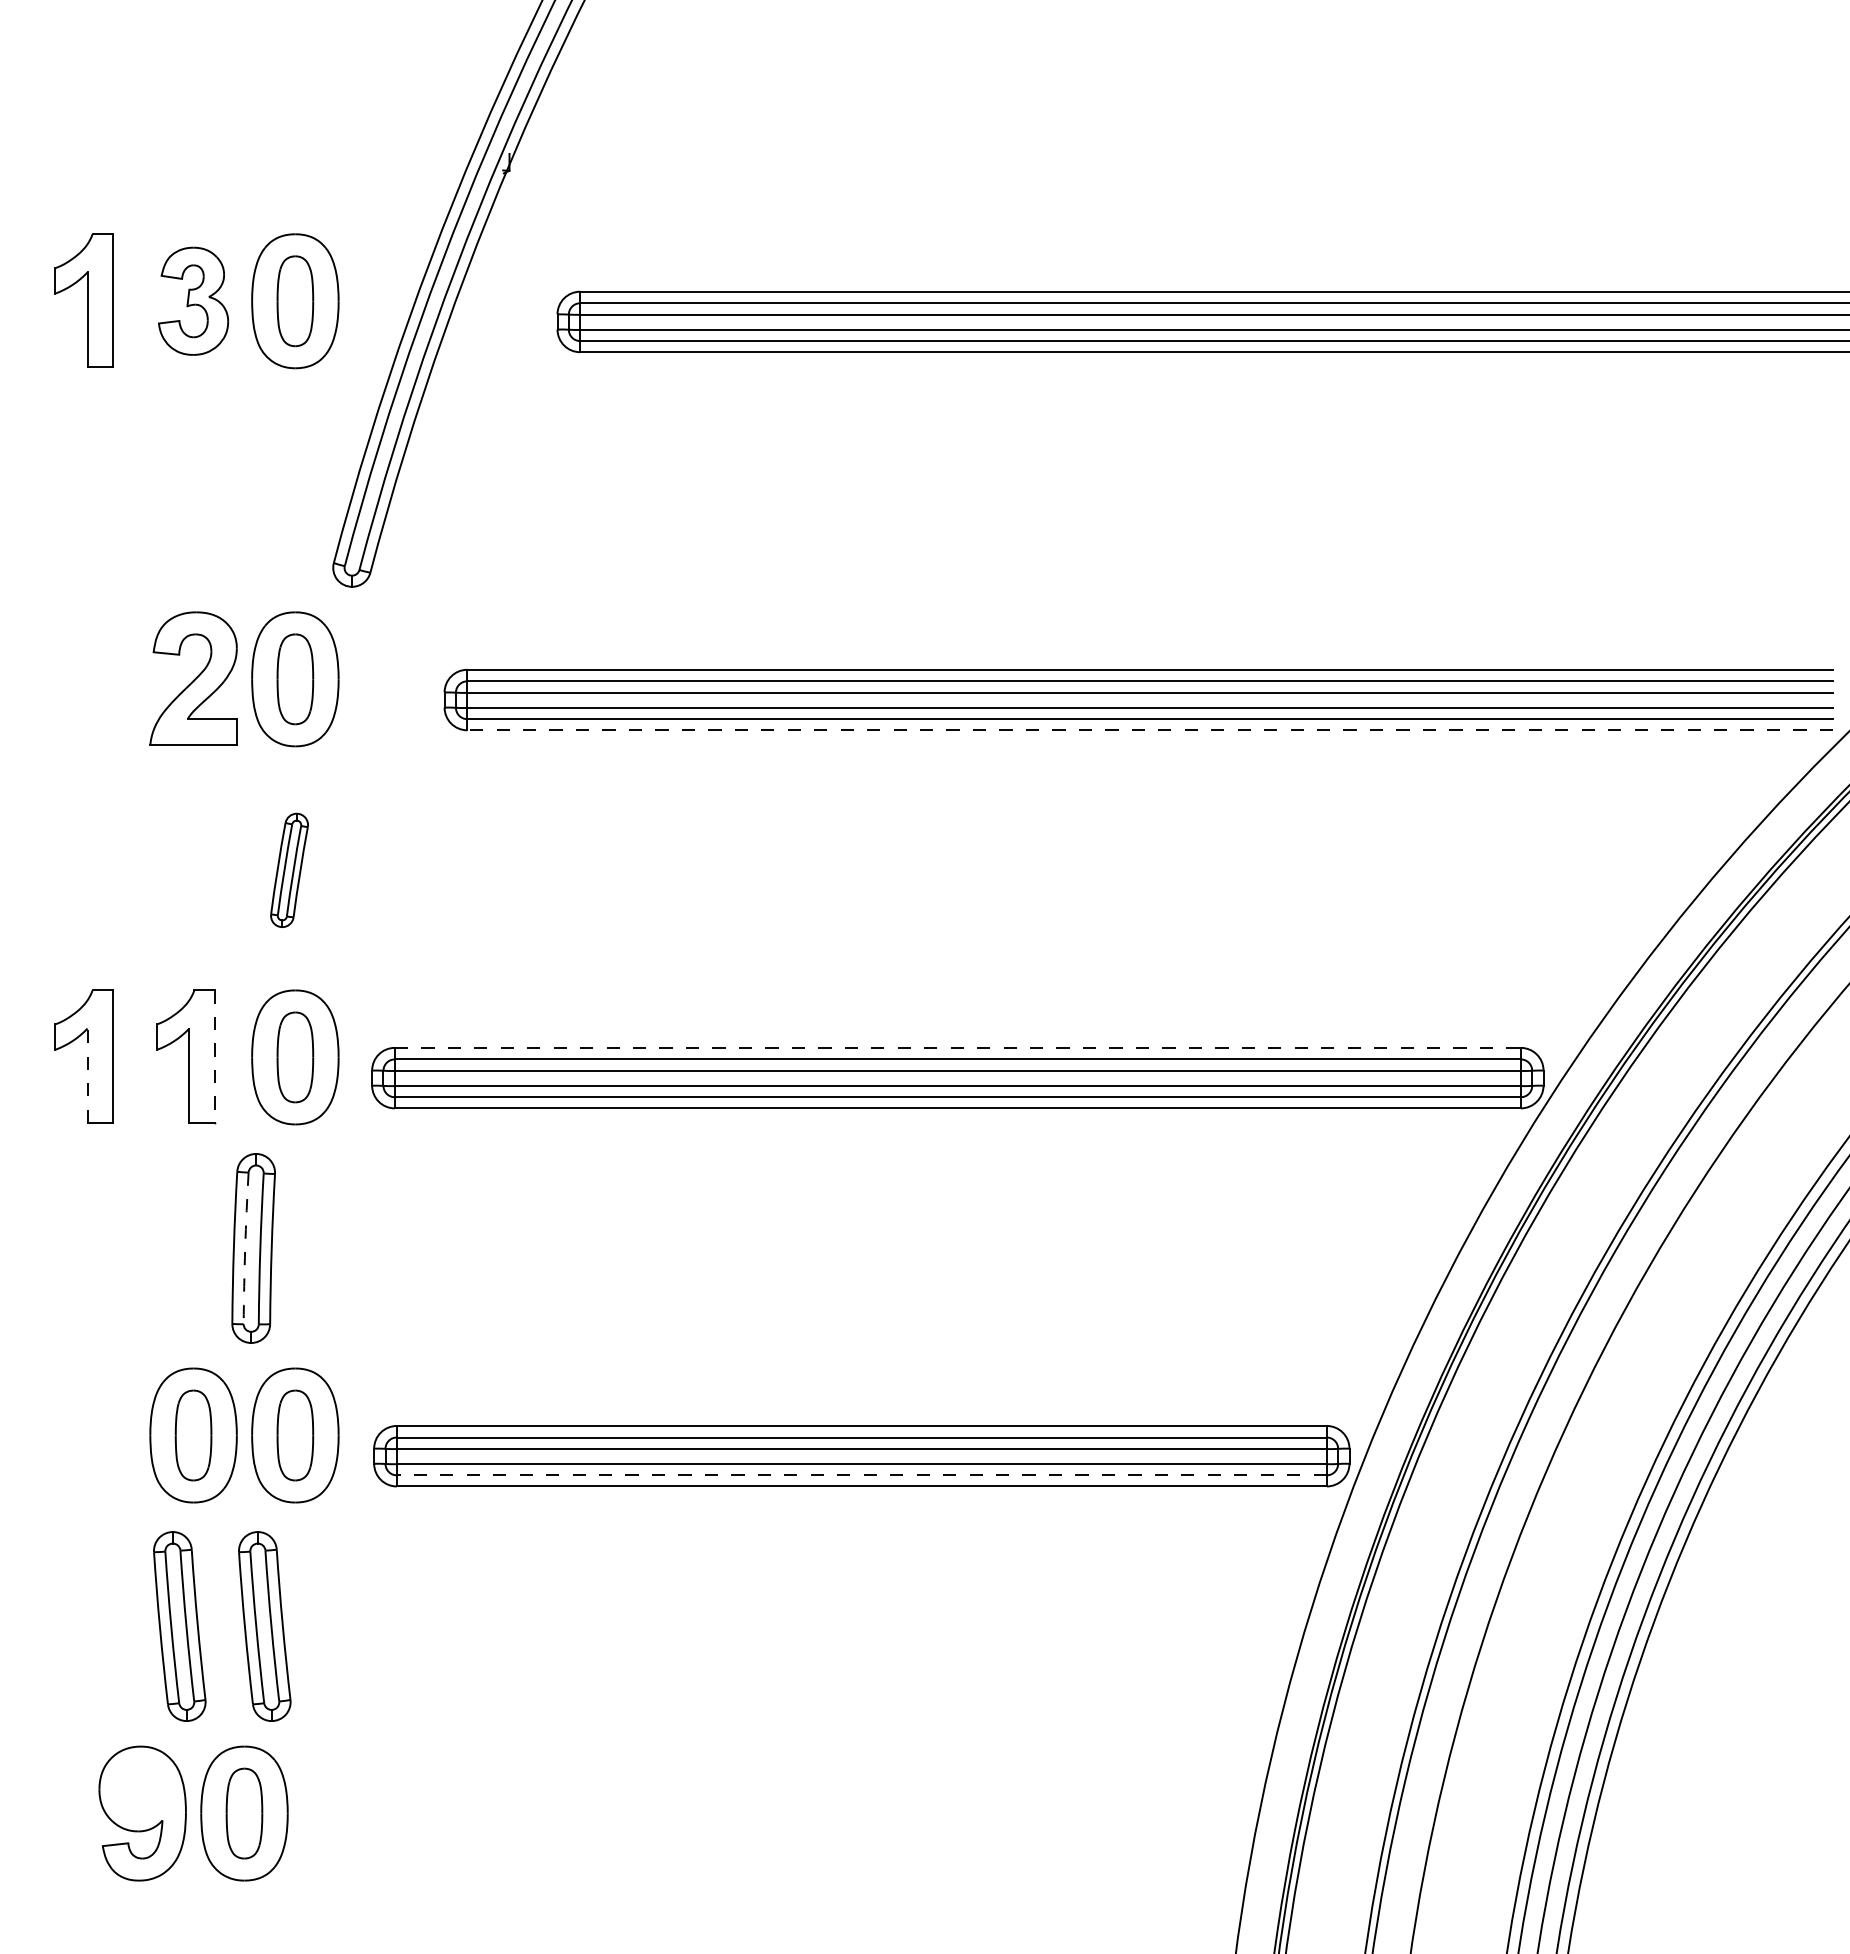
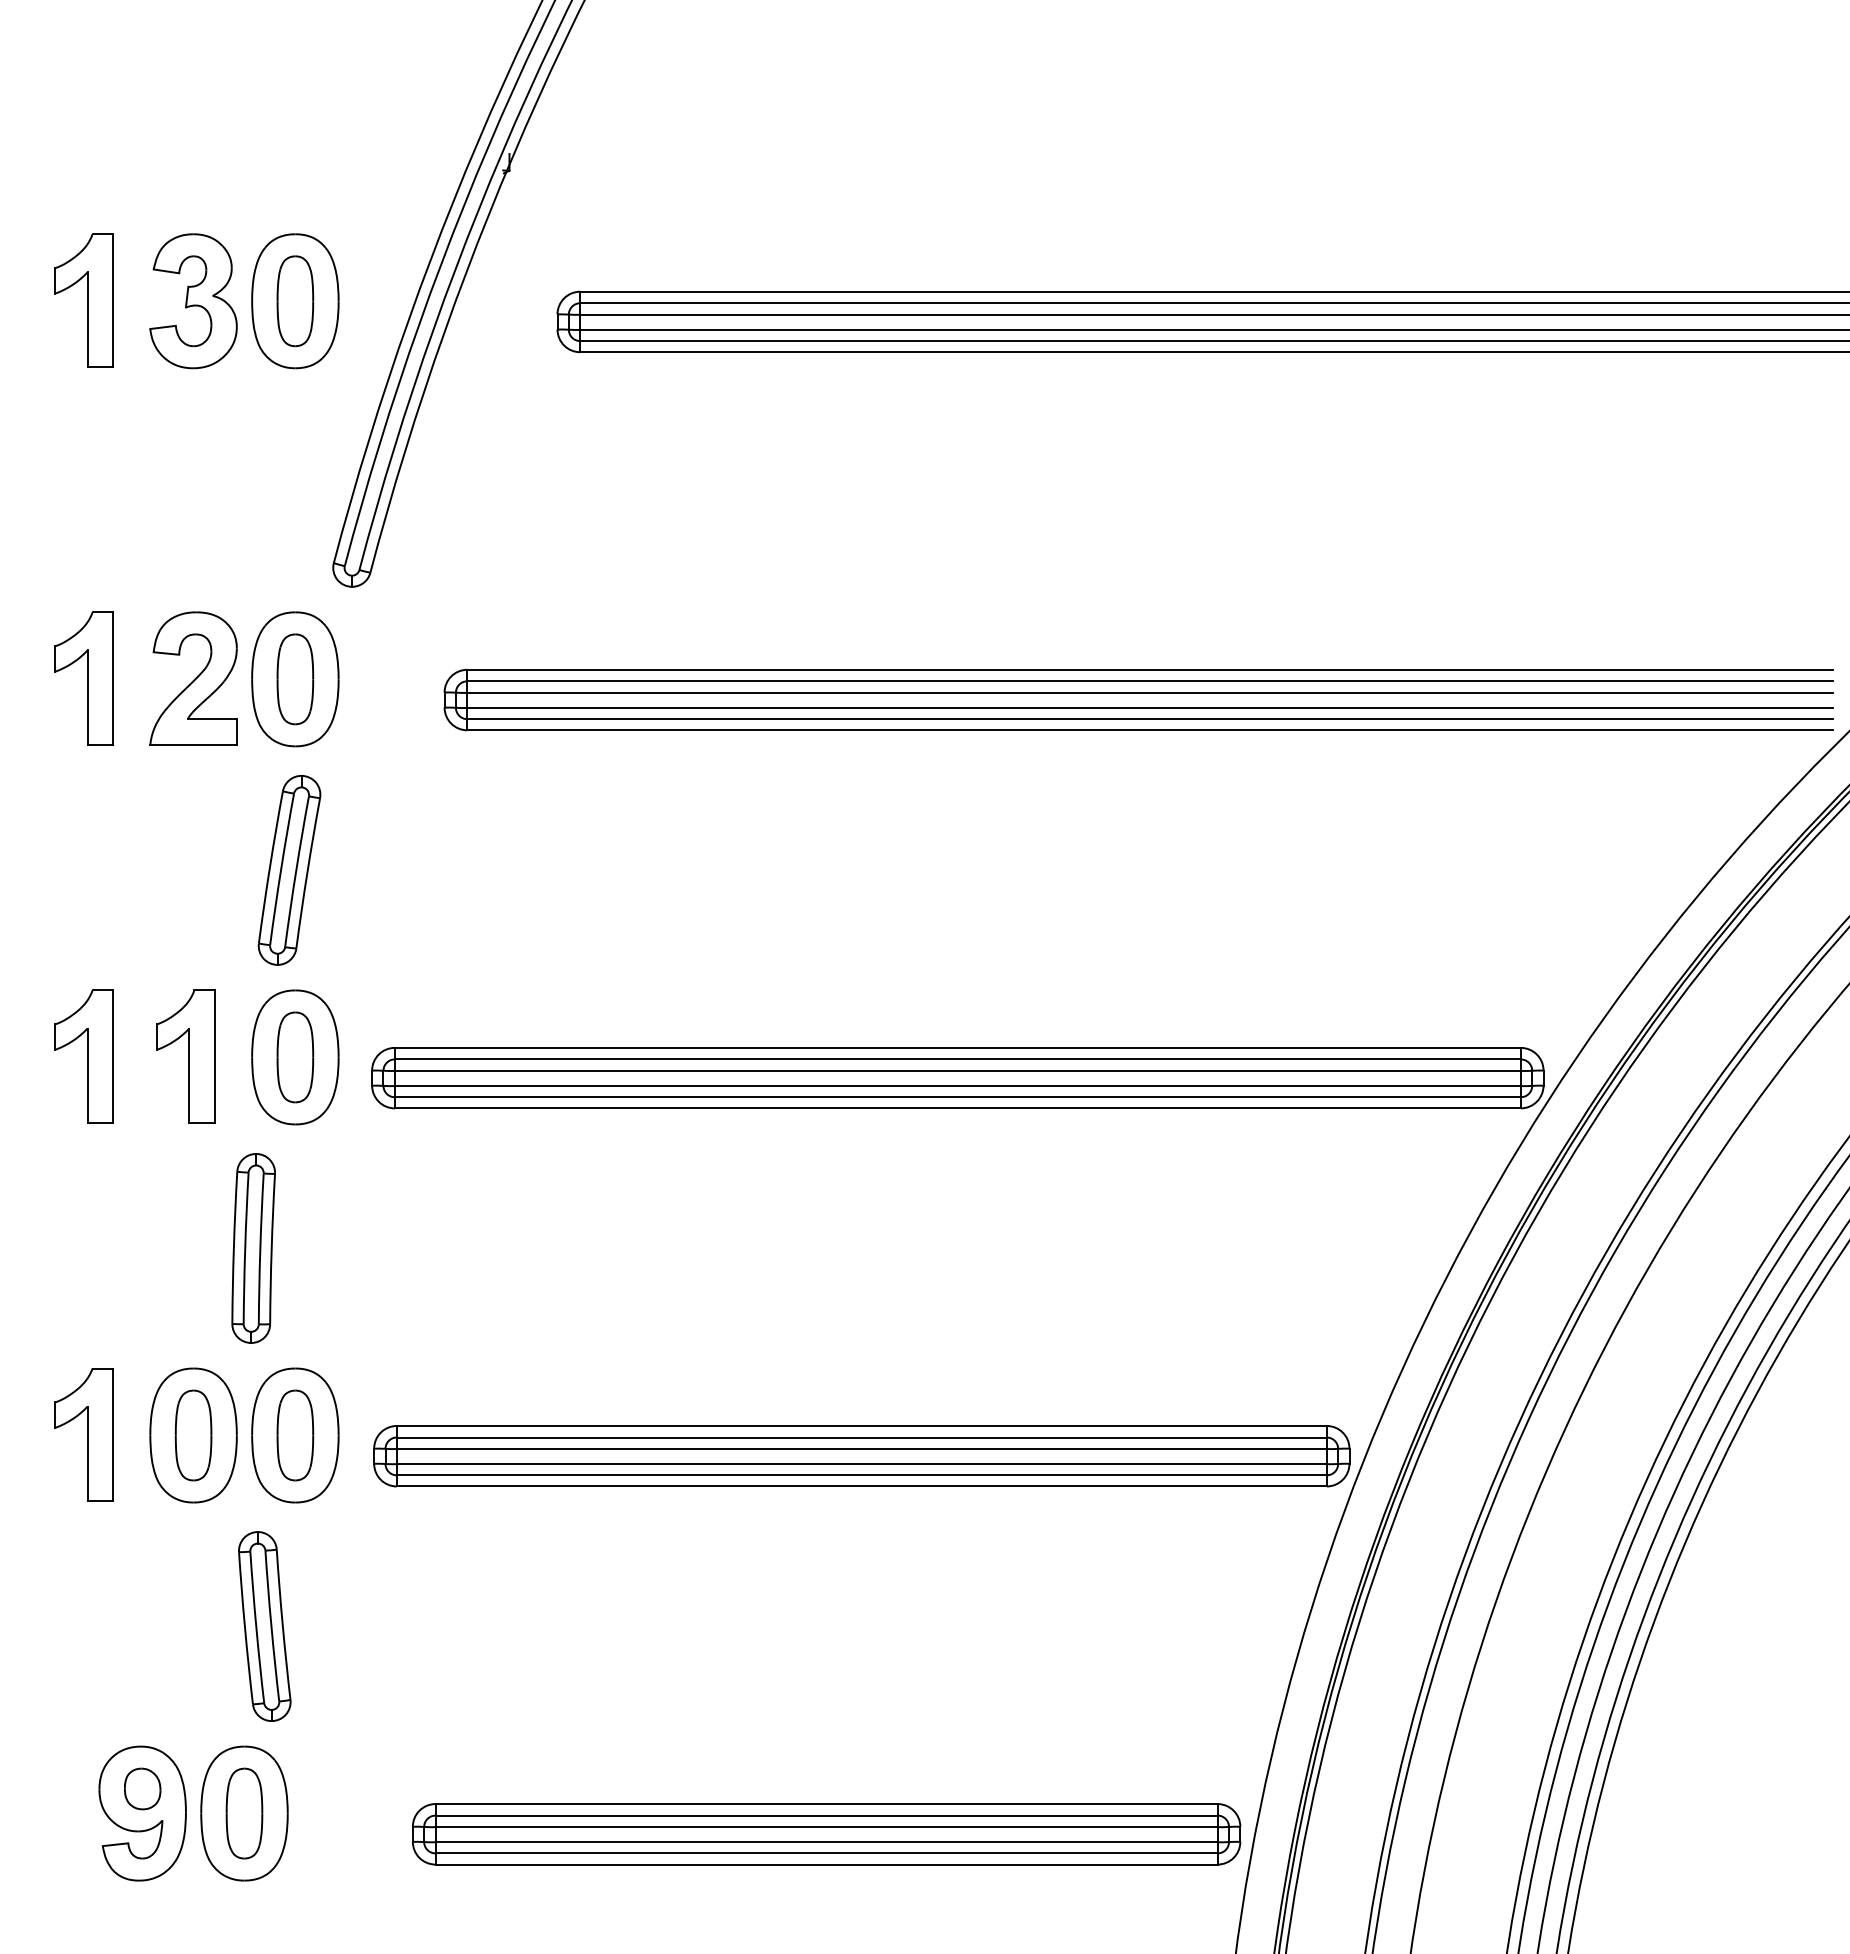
part at (193, 300) size: 72x110 px -> 89x137 px
part at (83, 678): none -> present
line at (1150, 730): dashed -> solid
part at (289, 869) size: 39x116 px -> 65x191 px
line at (958, 1047): dashed -> solid
line at (214, 1057): dashed -> solid
line at (87, 1075): dashed -> solid
arc at (245, 1248): dashed -> solid
part at (83, 1434): none -> present
line at (861, 1475): dashed -> solid
part at (179, 1626): present -> none
part at (142, 1788): none -> present
part at (826, 1834): none -> present
